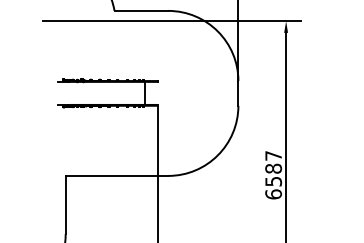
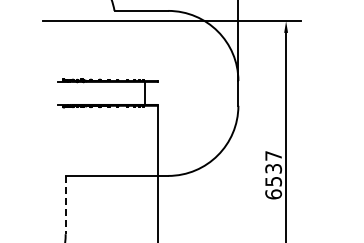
text at (273, 168): 6587 -> 6537
line at (65, 205): solid -> dashed
